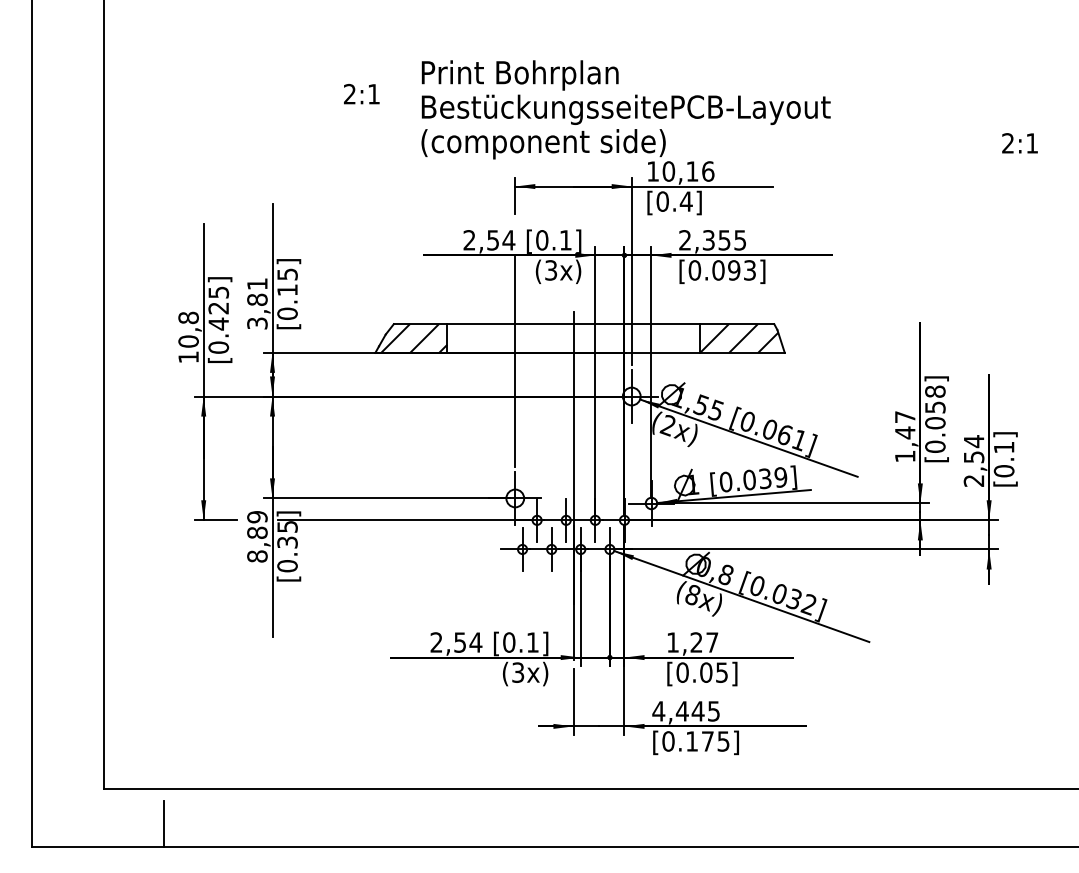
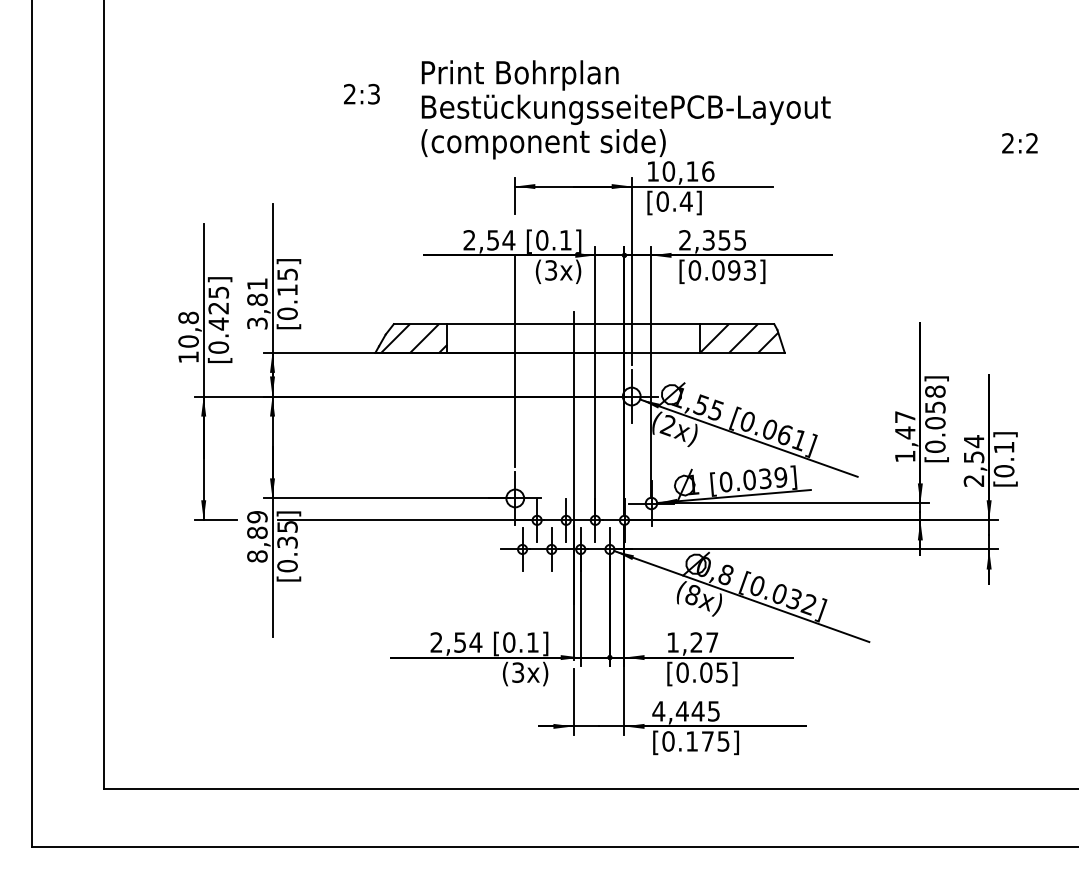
text at (373, 93): 2:1 -> 2:3
text at (1031, 143): 2:1 -> 2:2
line at (164, 823): present -> none
